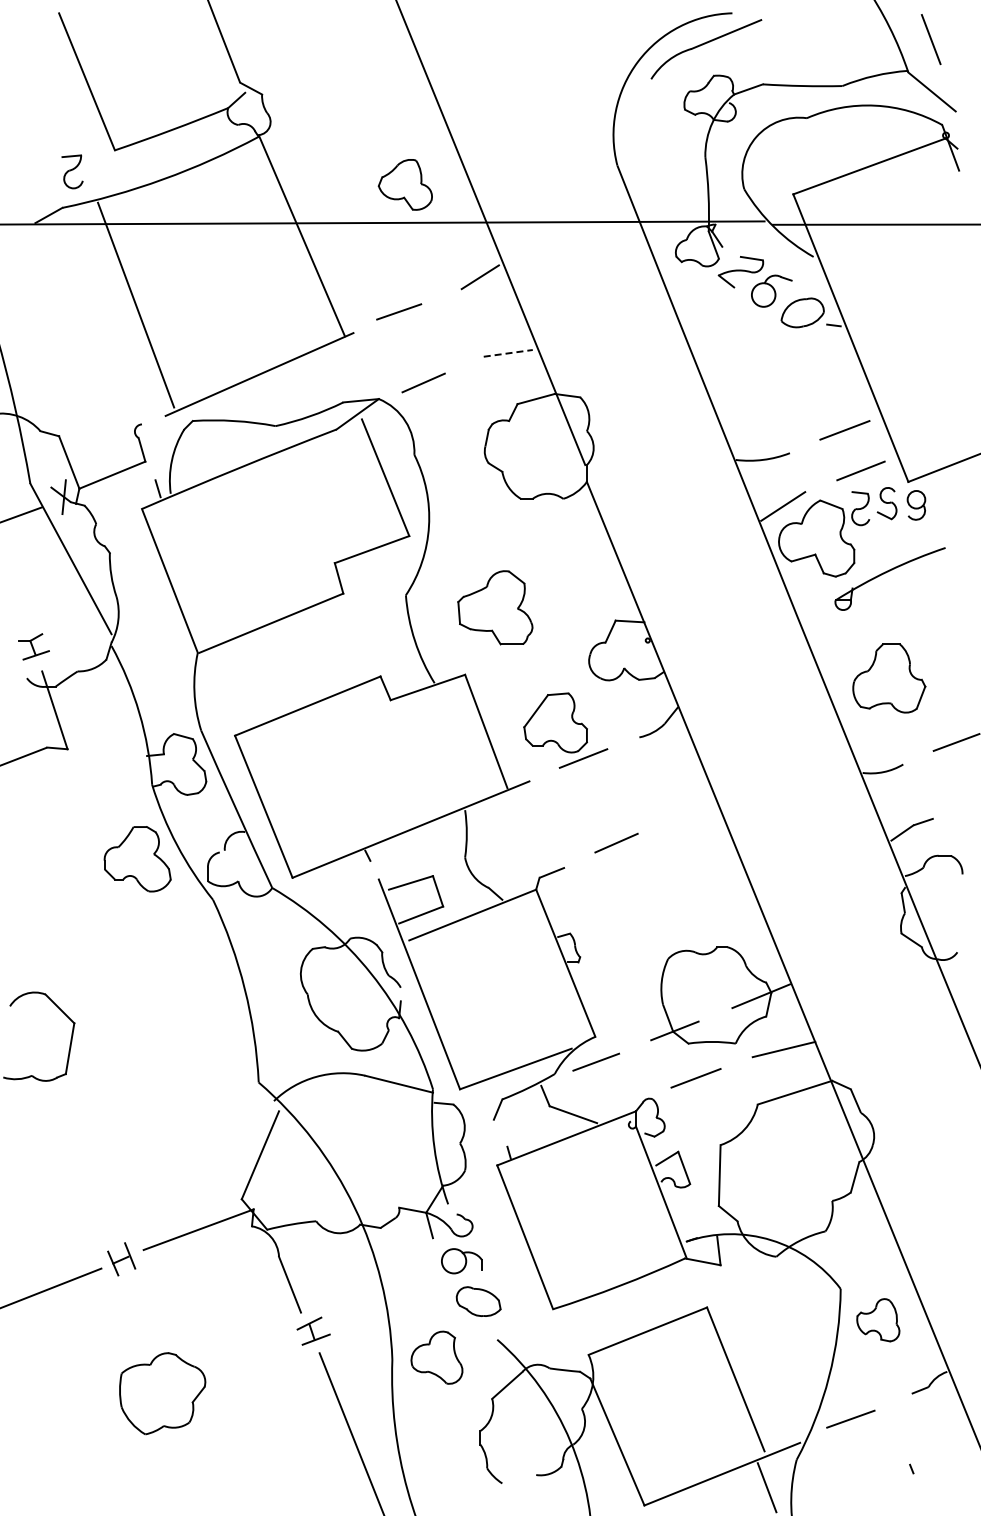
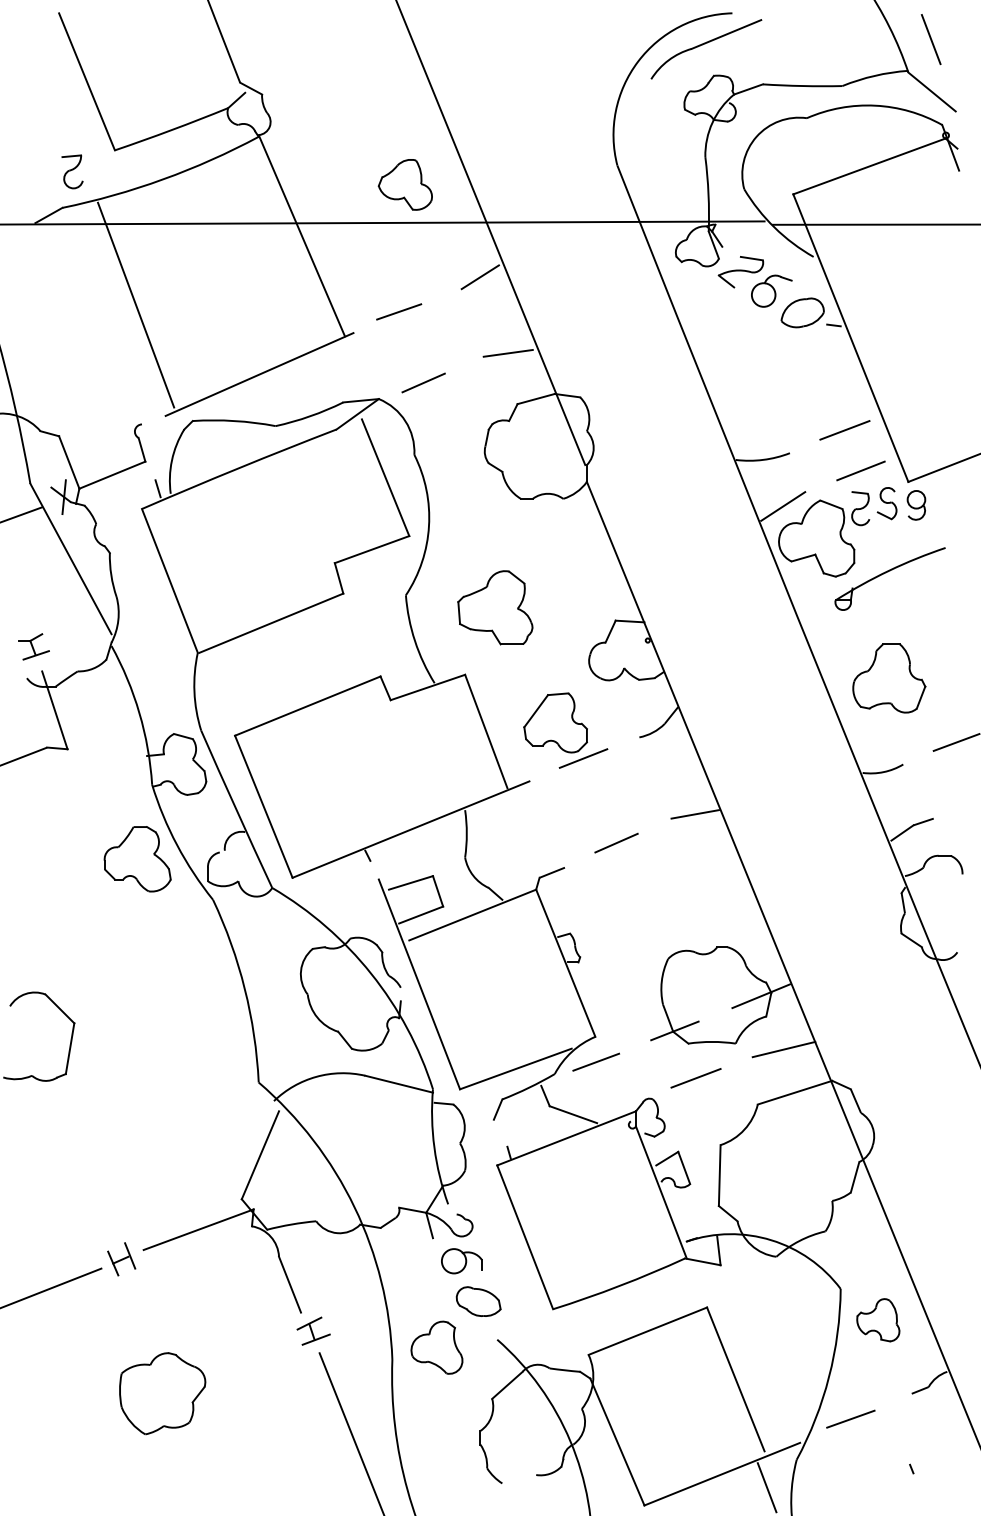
line at (508, 353): dashed -> solid
line at (694, 814): none -> present
part at (436, 1357) position: (436, 1357) -> (436, 1347)
